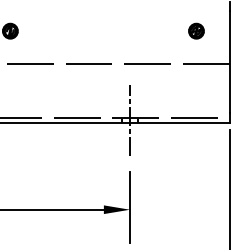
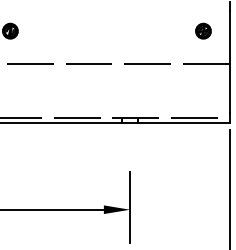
part at (196, 30) position: (196, 30) -> (203, 30)
line at (130, 119): present -> none
